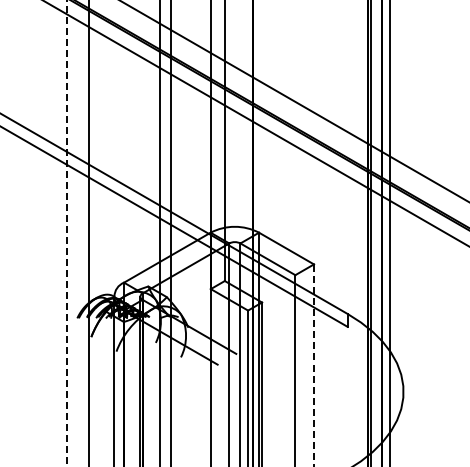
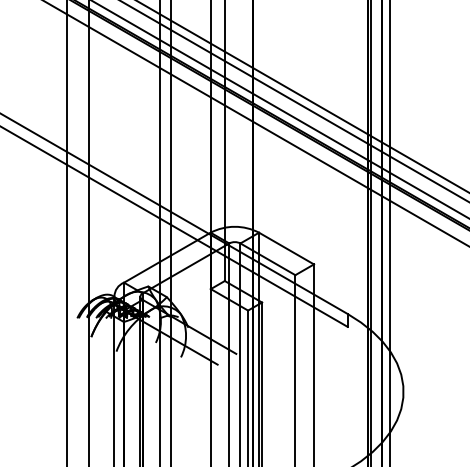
line at (302, 96): none -> present
line at (280, 109): none -> present
line at (66, 232): dashed -> solid
line at (314, 365): dashed -> solid
